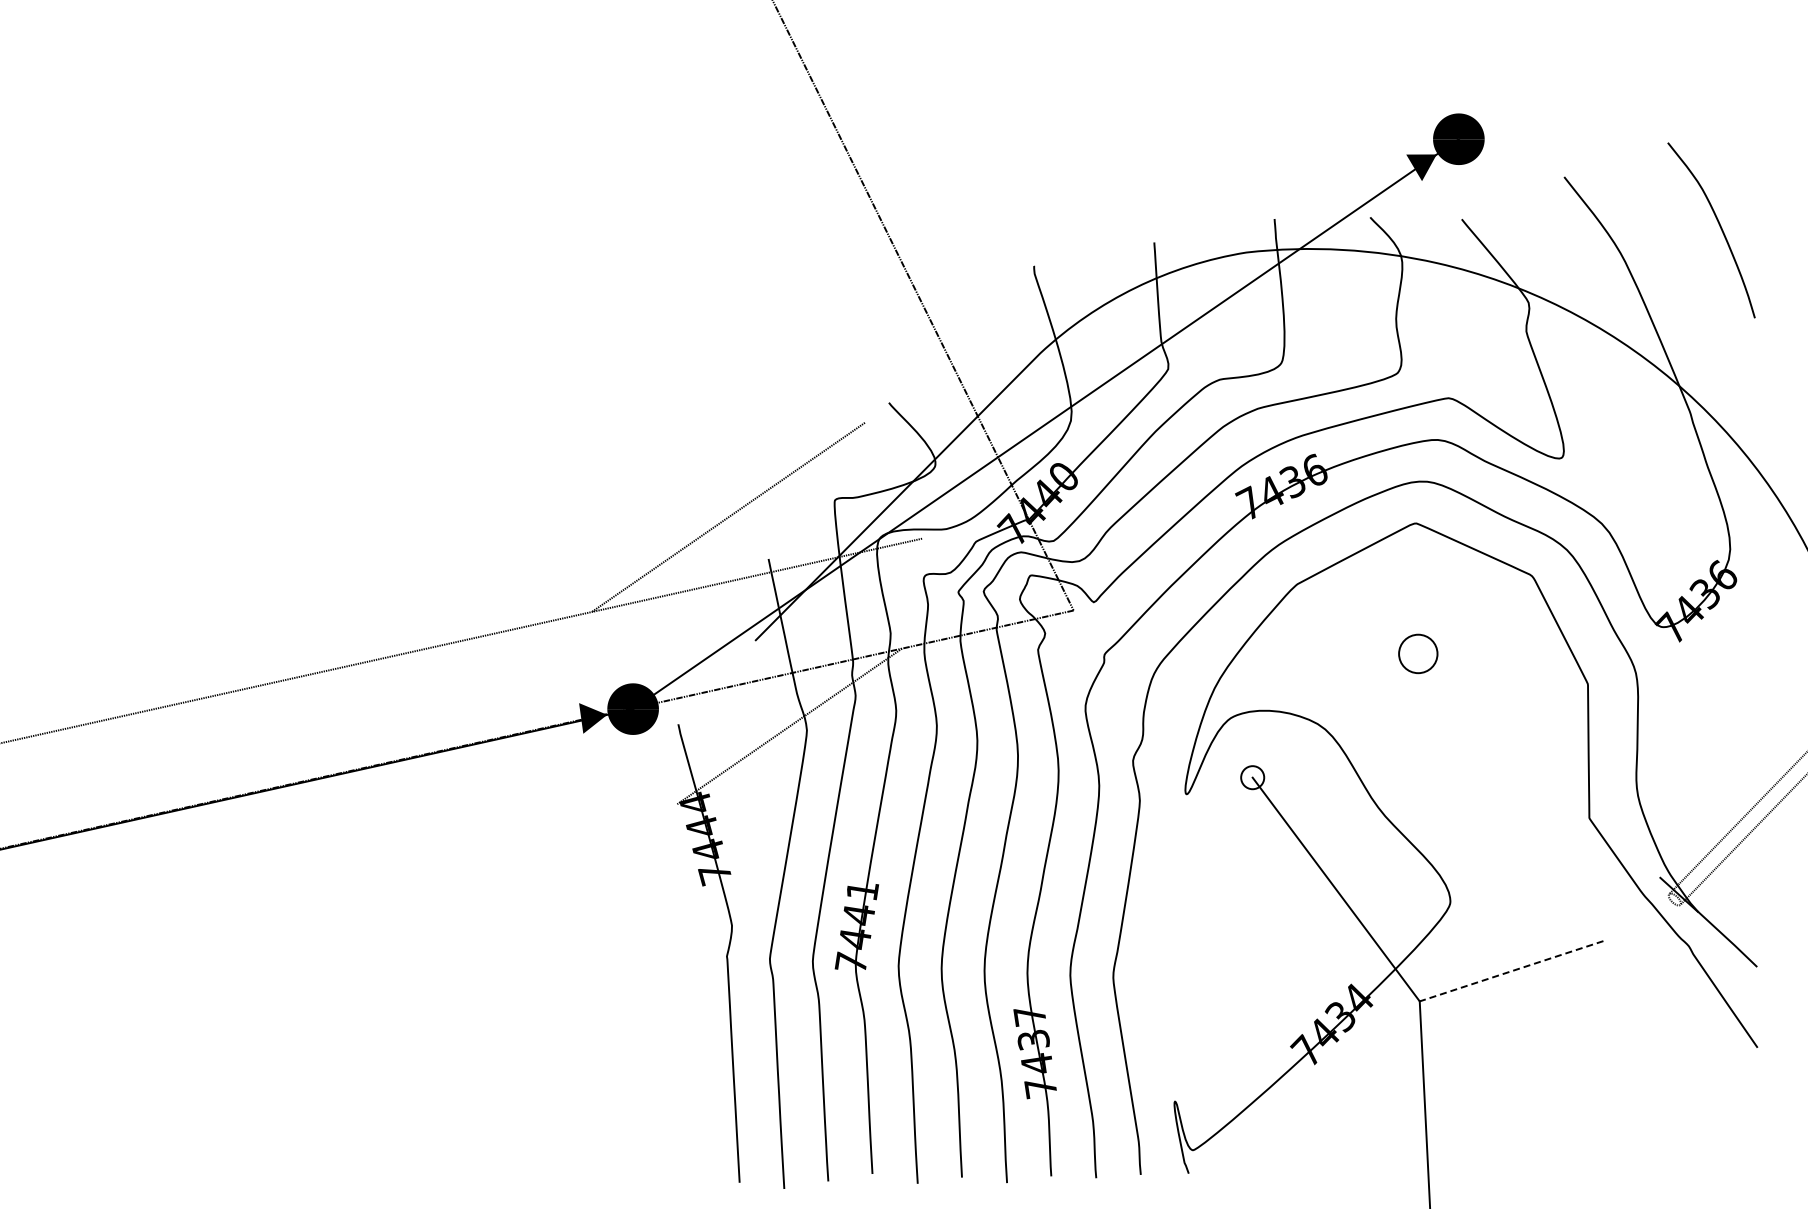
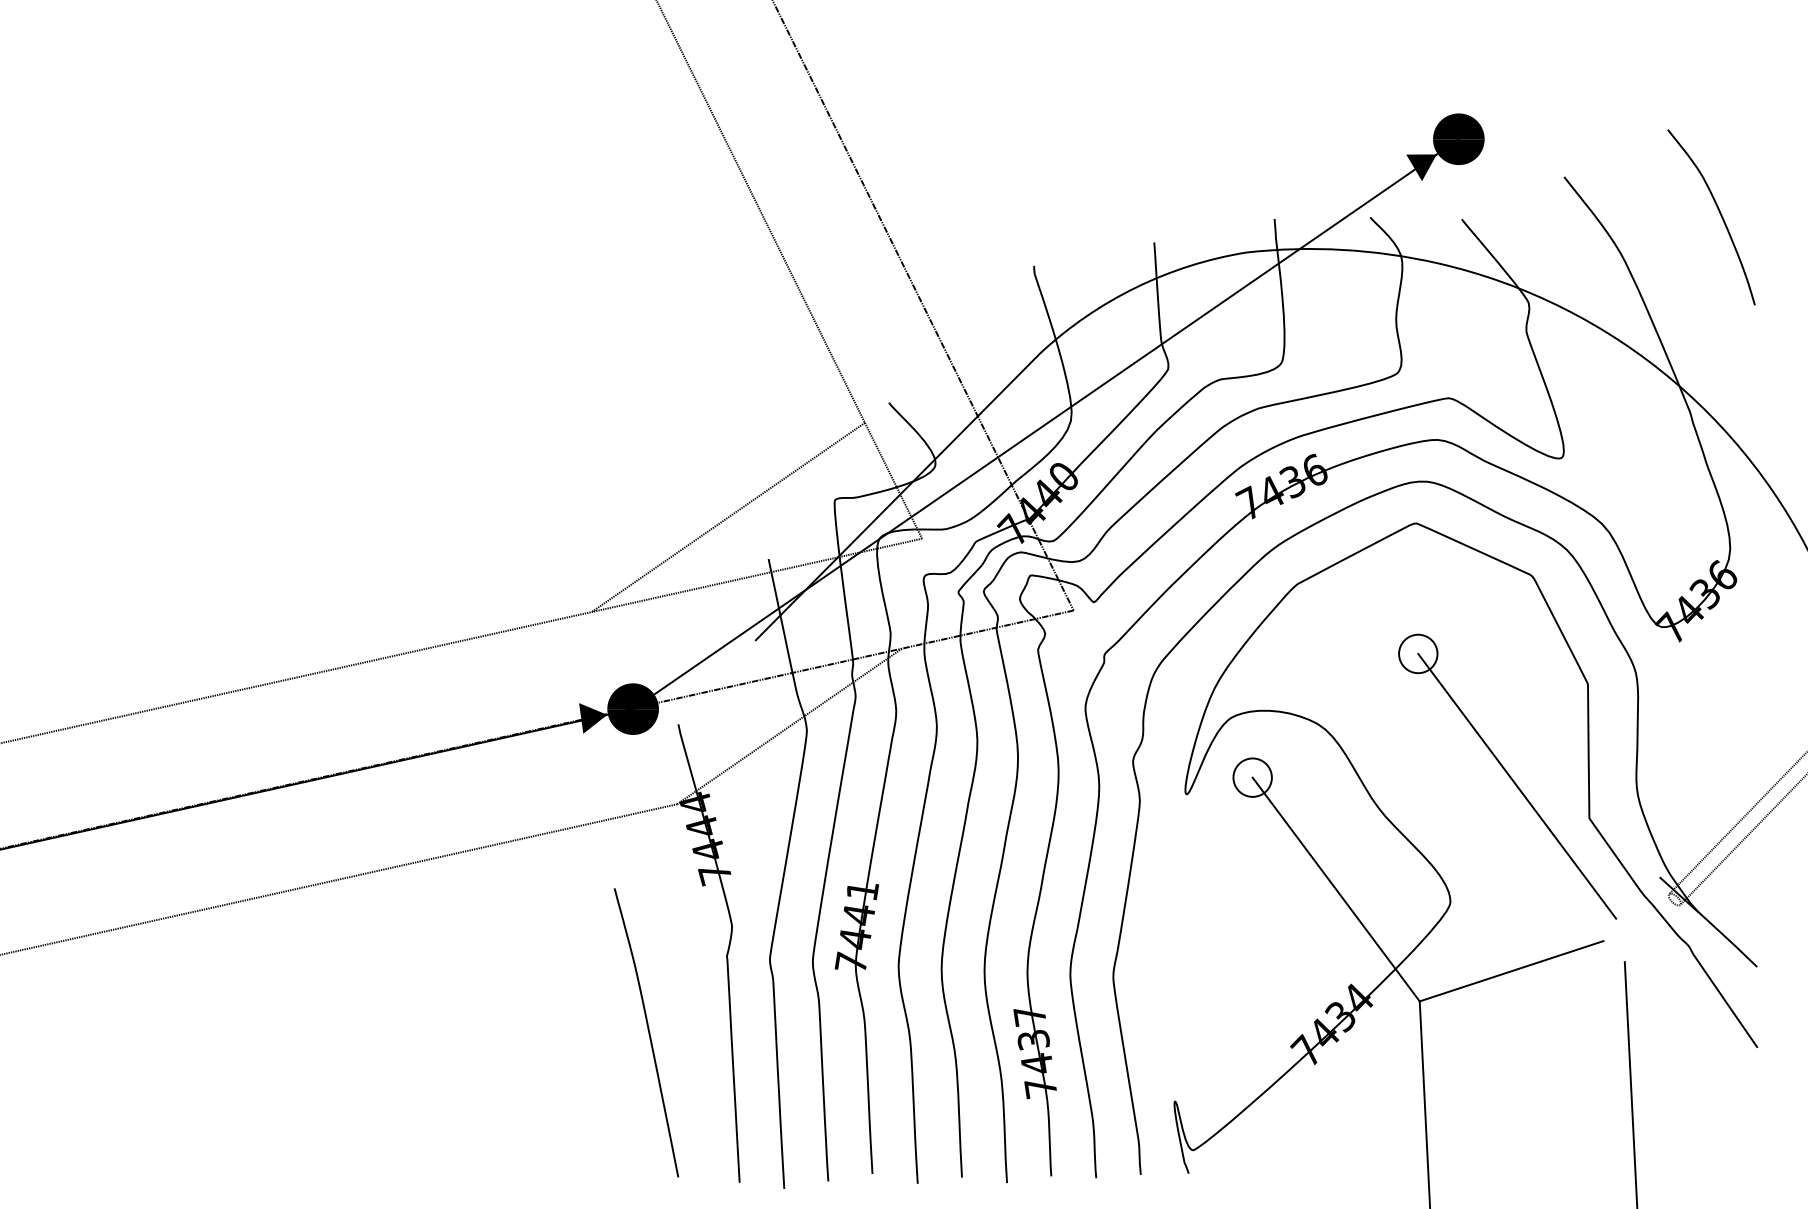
curve at (1719, 226) position: (1719, 226) -> (1719, 213)
line at (789, 270): none -> present
circle at (1252, 777) diameter: 23 px -> 38 px
line at (1517, 785): none -> present
line at (339, 879): none -> present
line at (1511, 971): dashed -> solid
curve at (648, 1032): none -> present
line at (1630, 1083): none -> present
